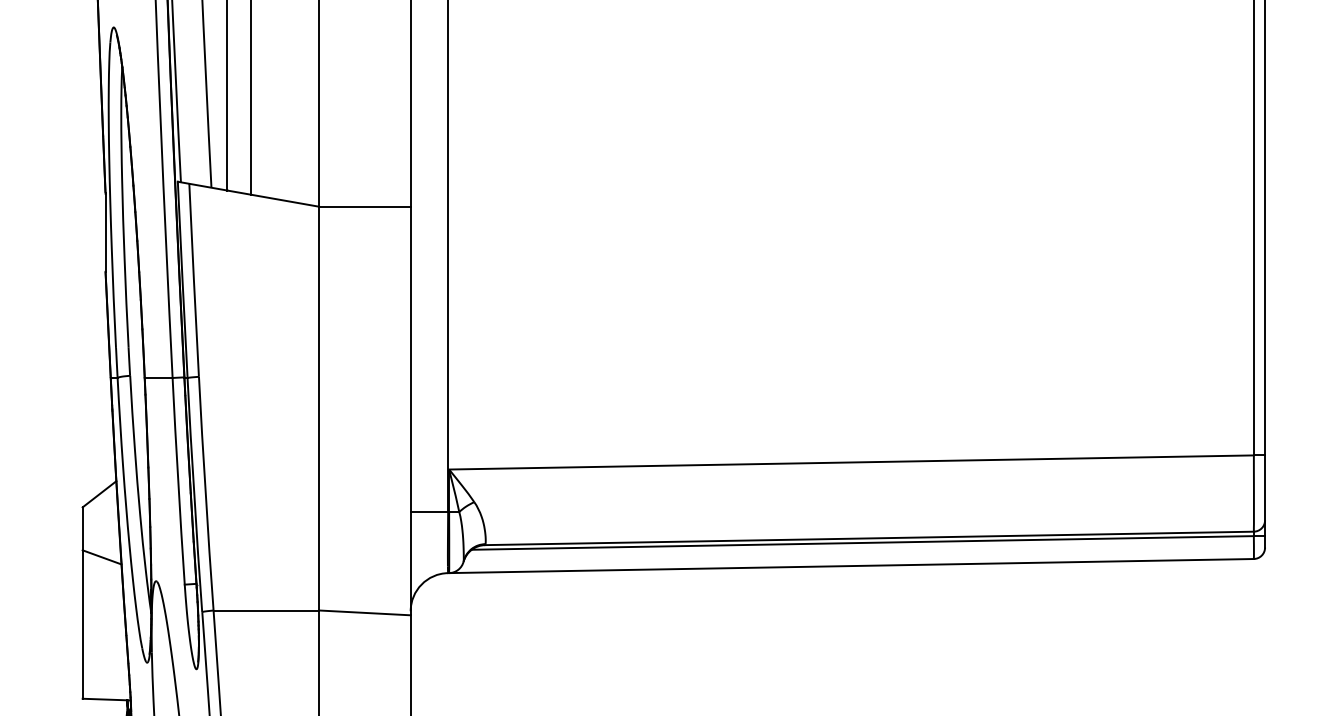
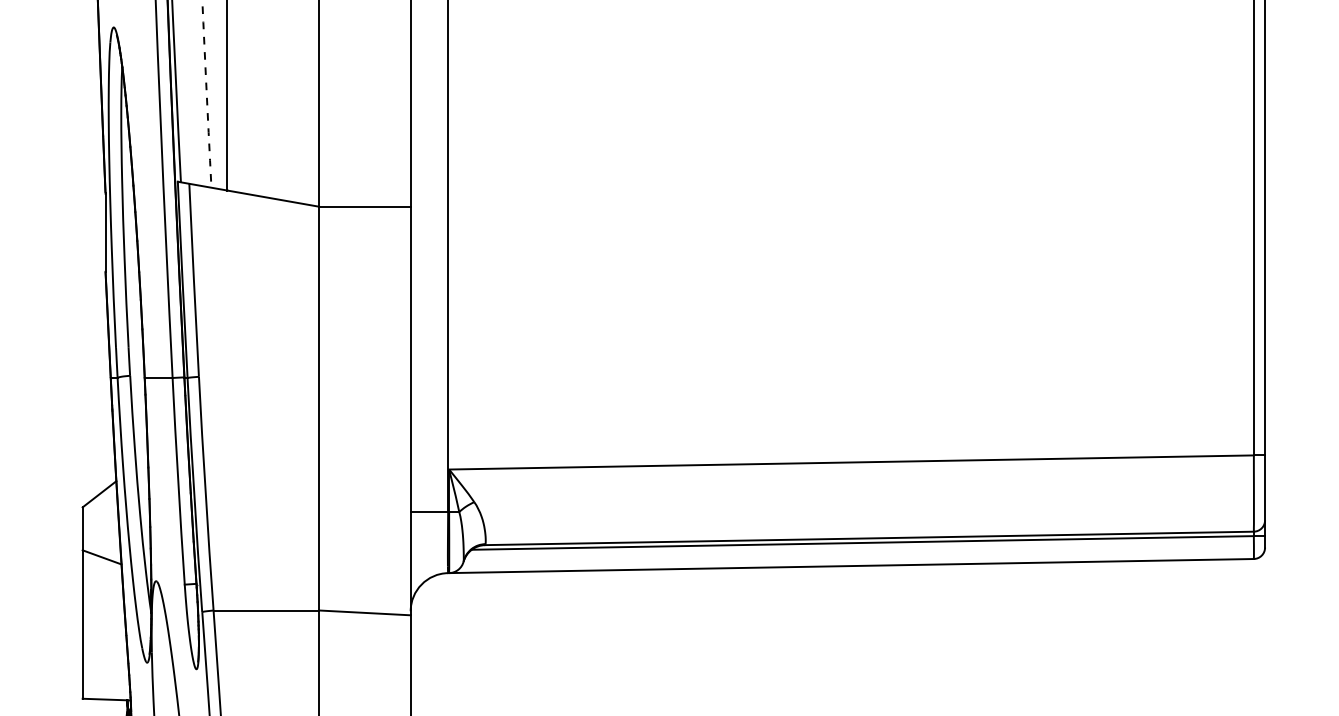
arc at (206, 93): solid -> dashed
line at (250, 98): present -> none
